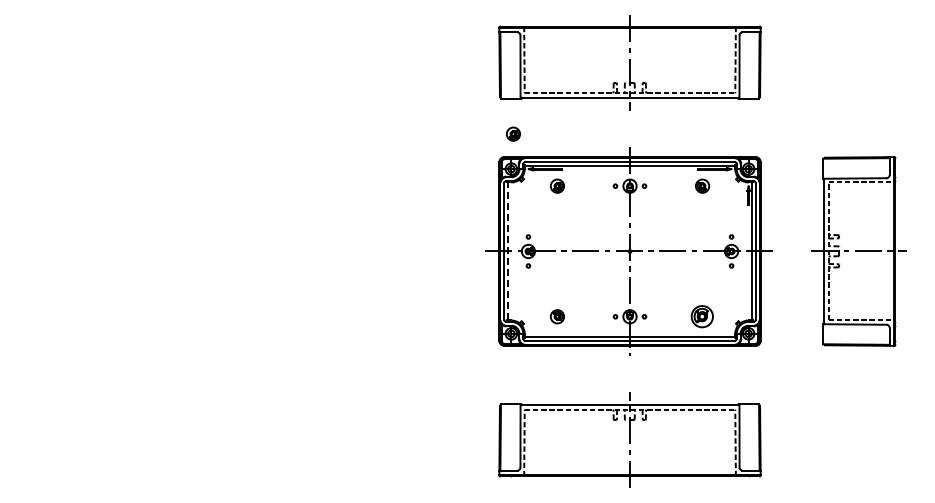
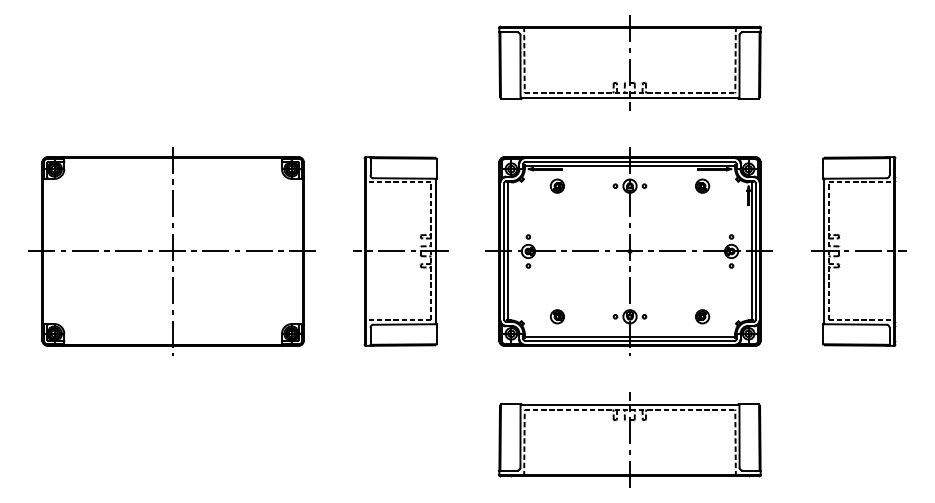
part at (512, 133): present -> none
part at (171, 251): none -> present
part at (400, 251): none -> present
line at (508, 251): dashed -> solid
part at (701, 316) size: 24x24 px -> 16x16 px
